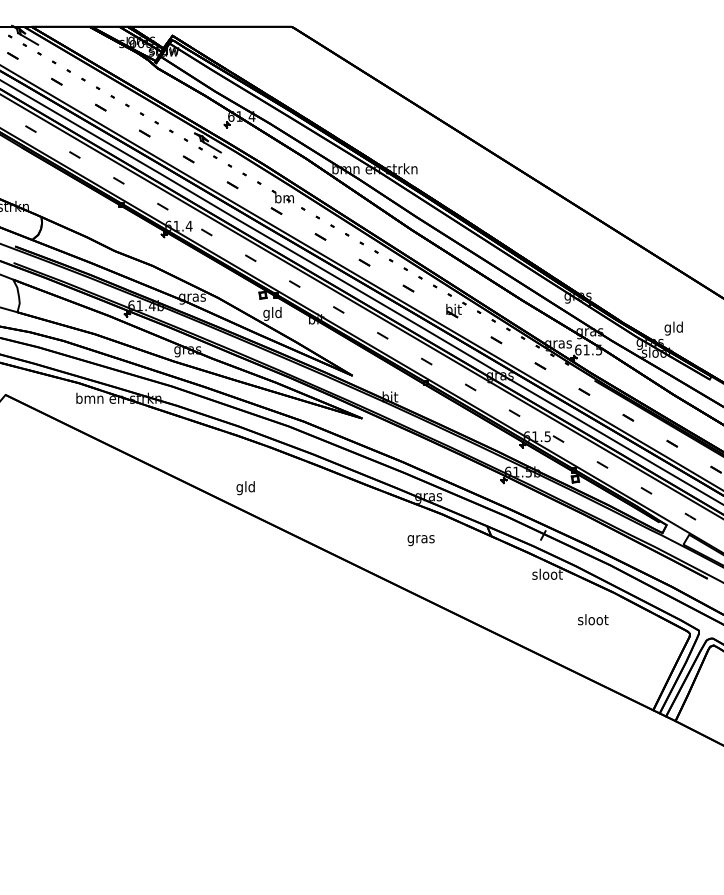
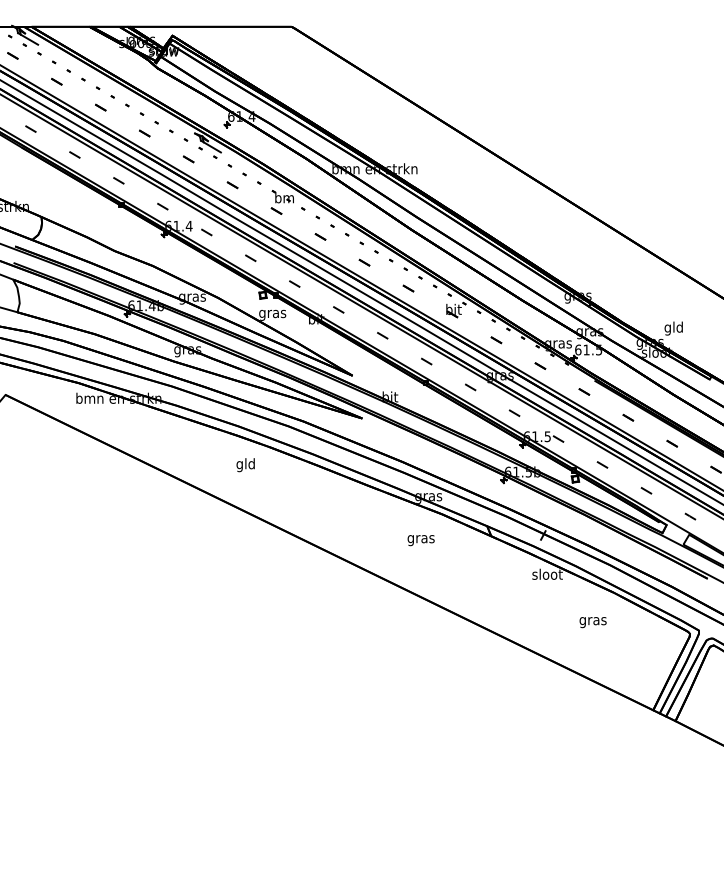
text at (272, 313): gld -> gras
text at (245, 488) position: (245, 488) -> (245, 465)
text at (593, 621): sloot -> gras
